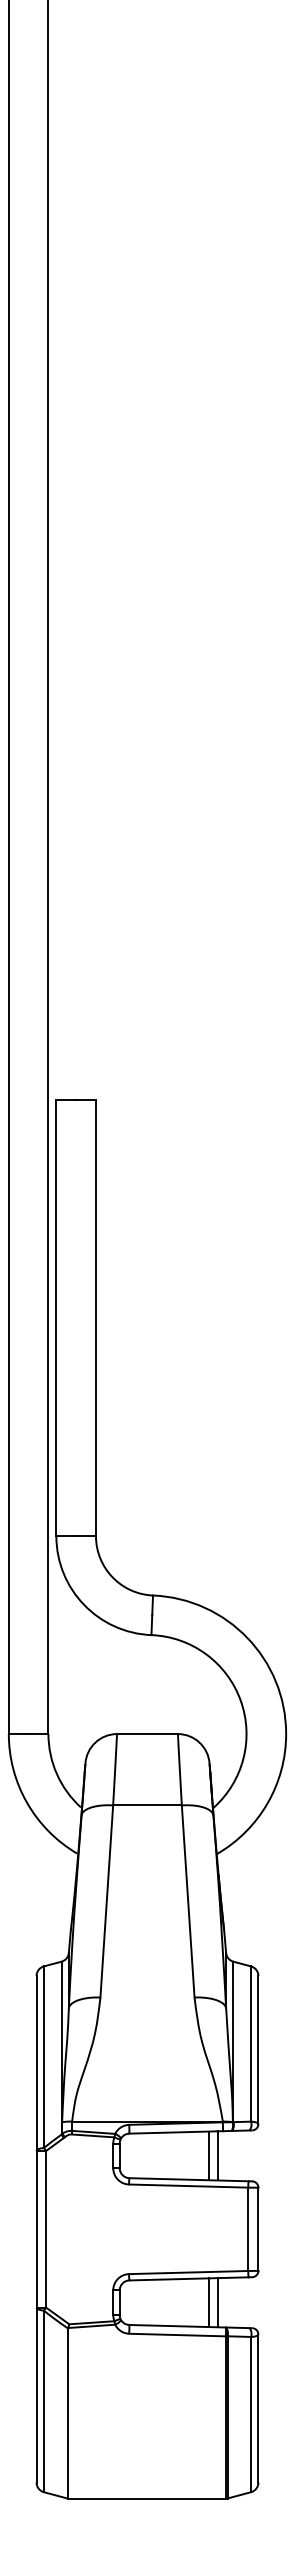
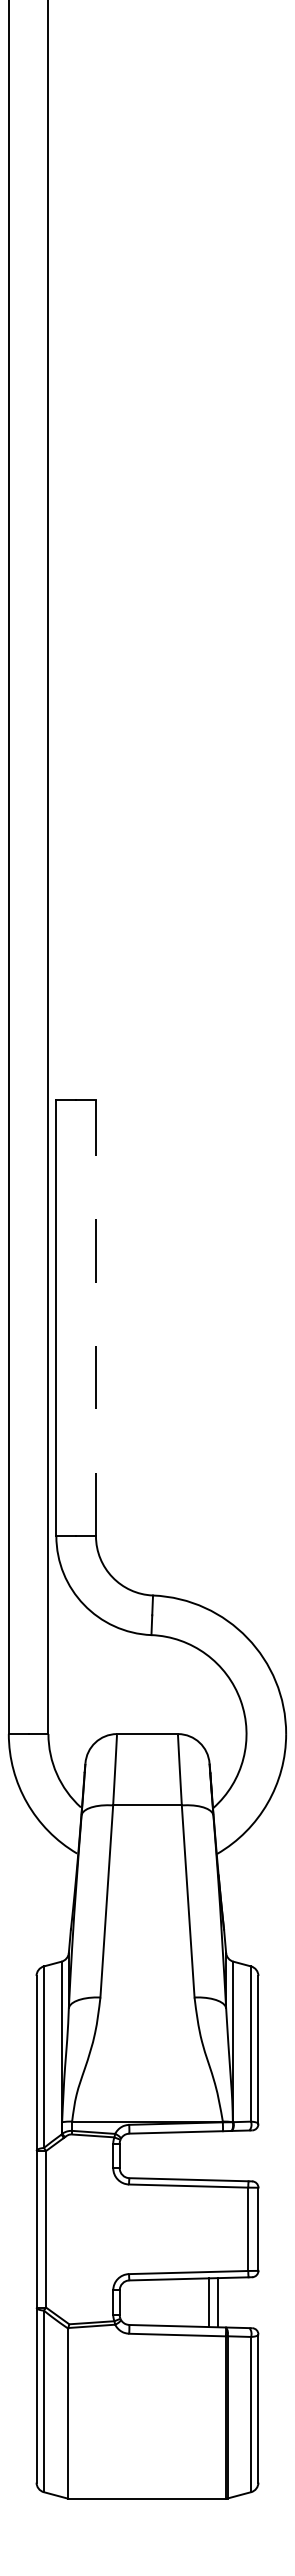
line at (95, 1318): solid -> dashed
line at (208, 2155): present -> none
line at (218, 2155): present -> none
